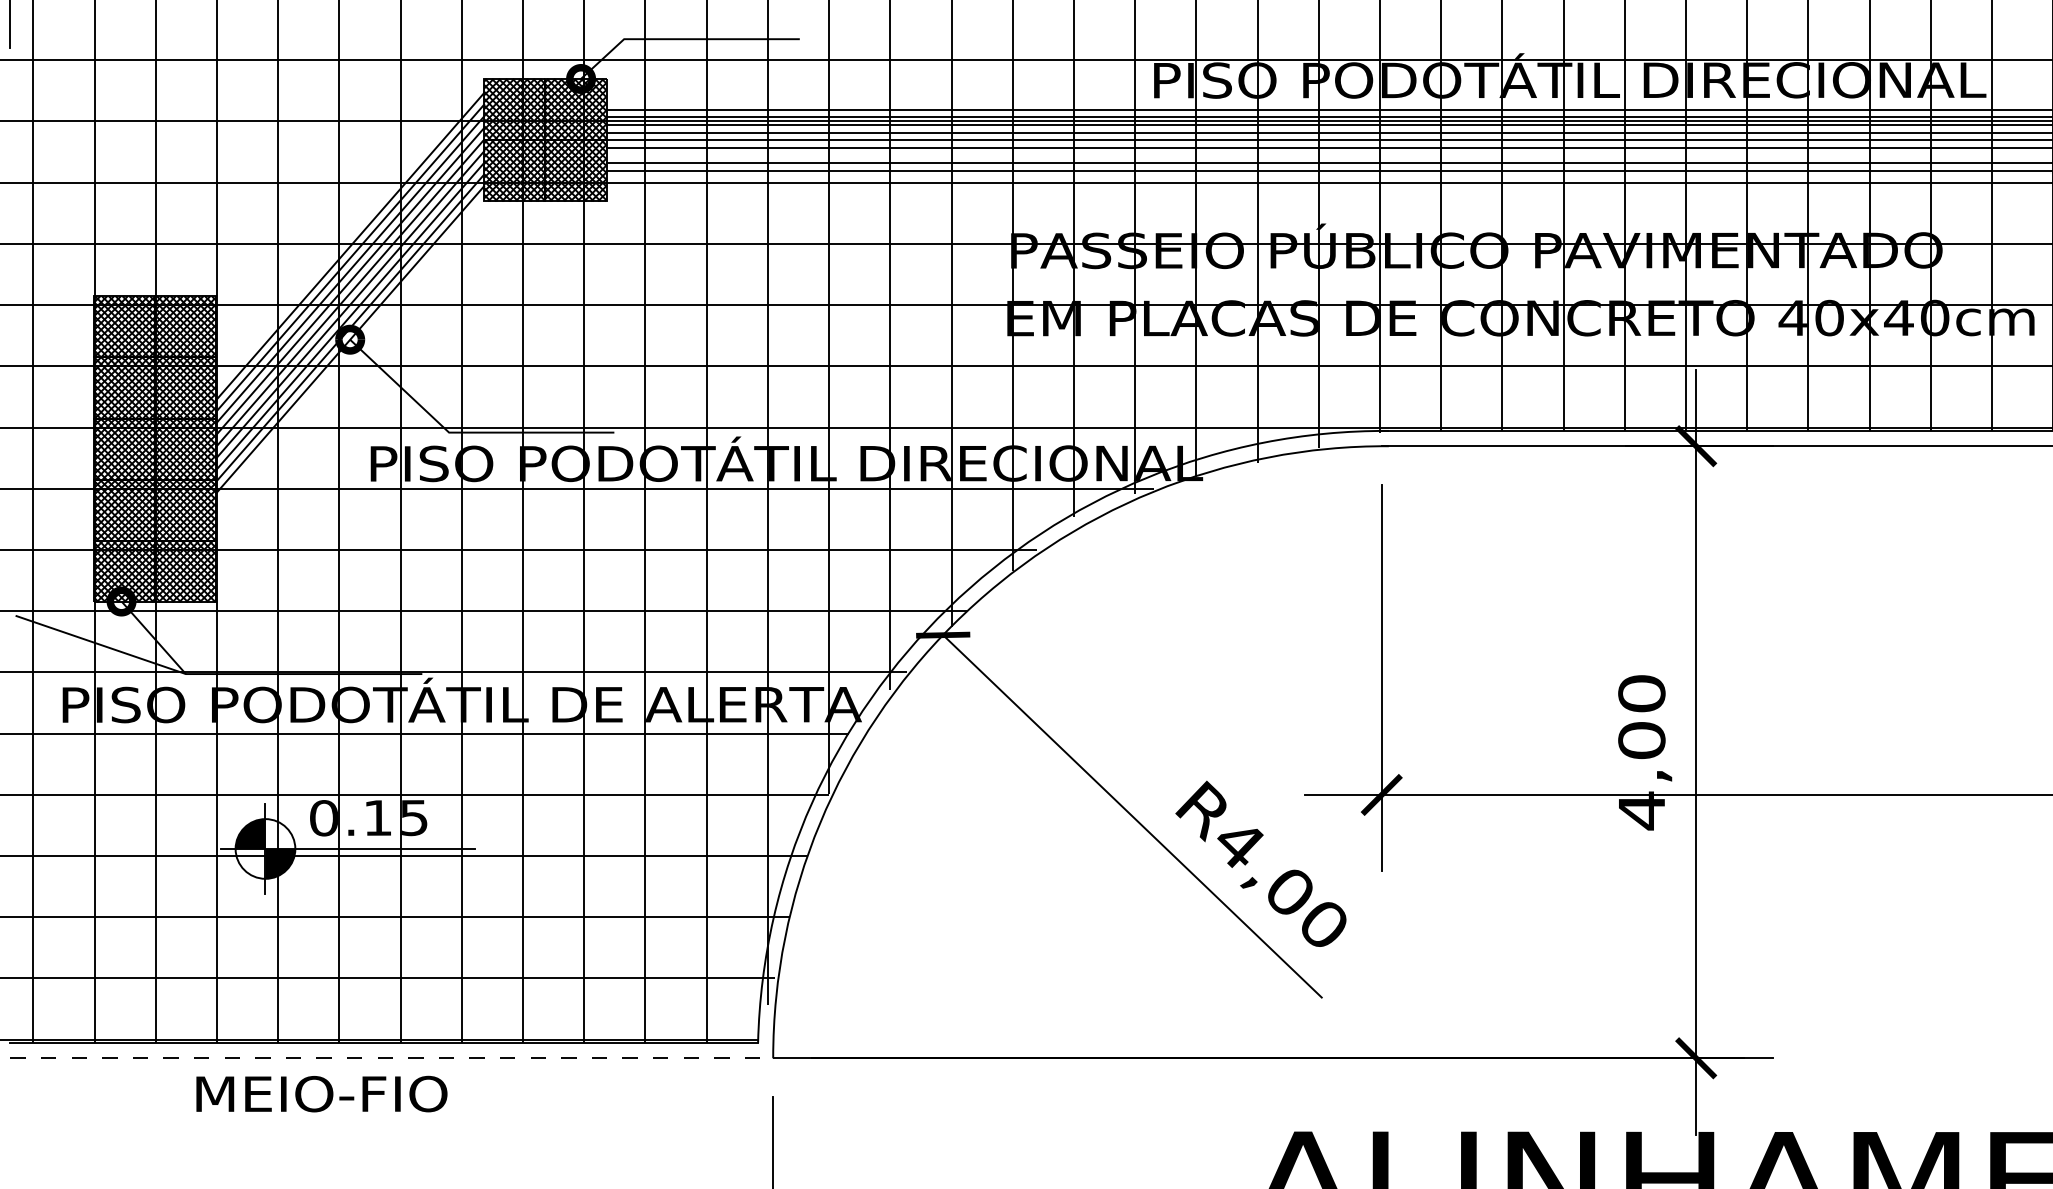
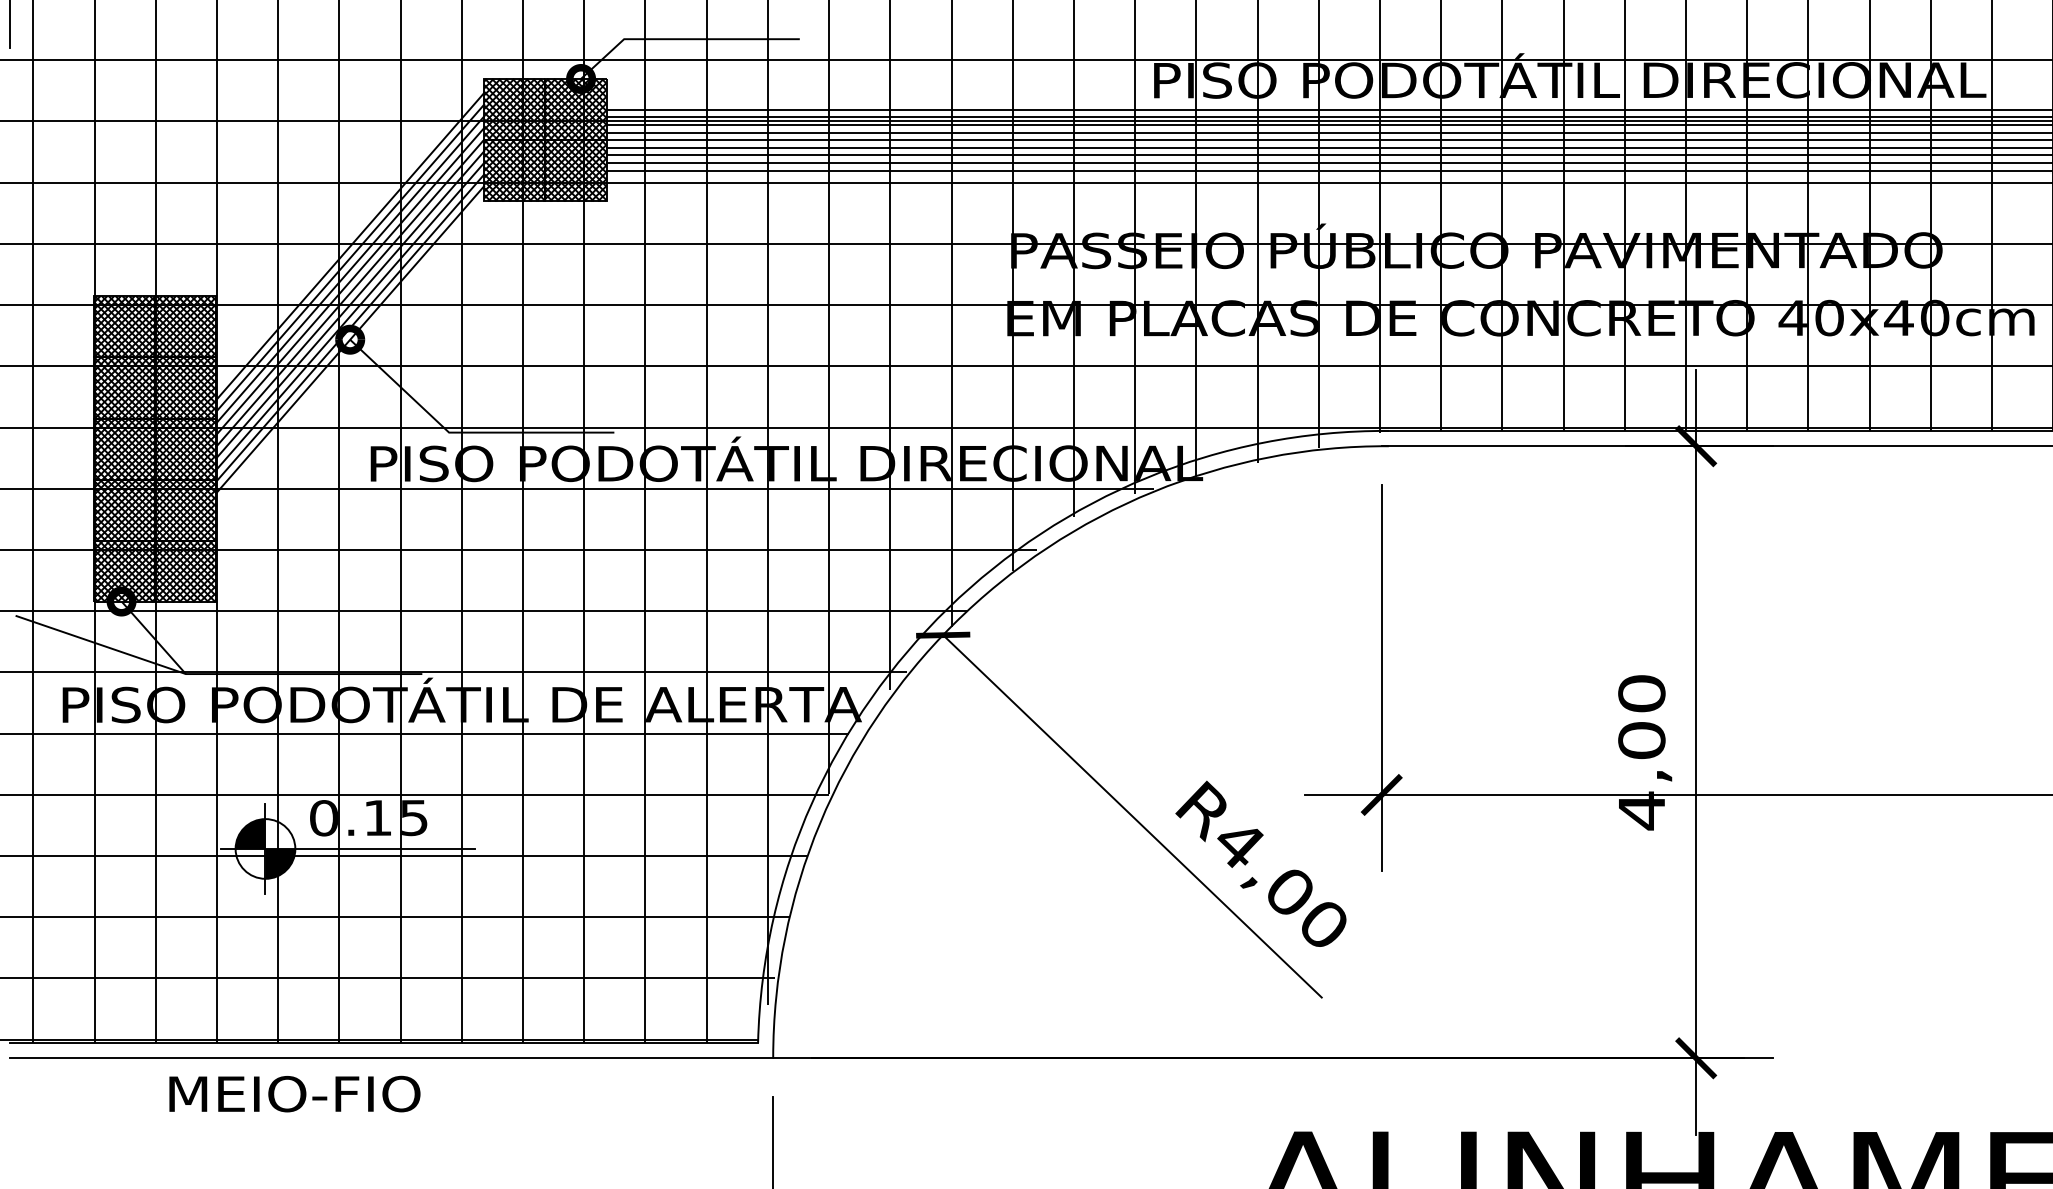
line at (1327, 155): none -> present
line at (392, 1058): dashed -> solid
text at (321, 1093) position: (321, 1093) -> (294, 1093)
